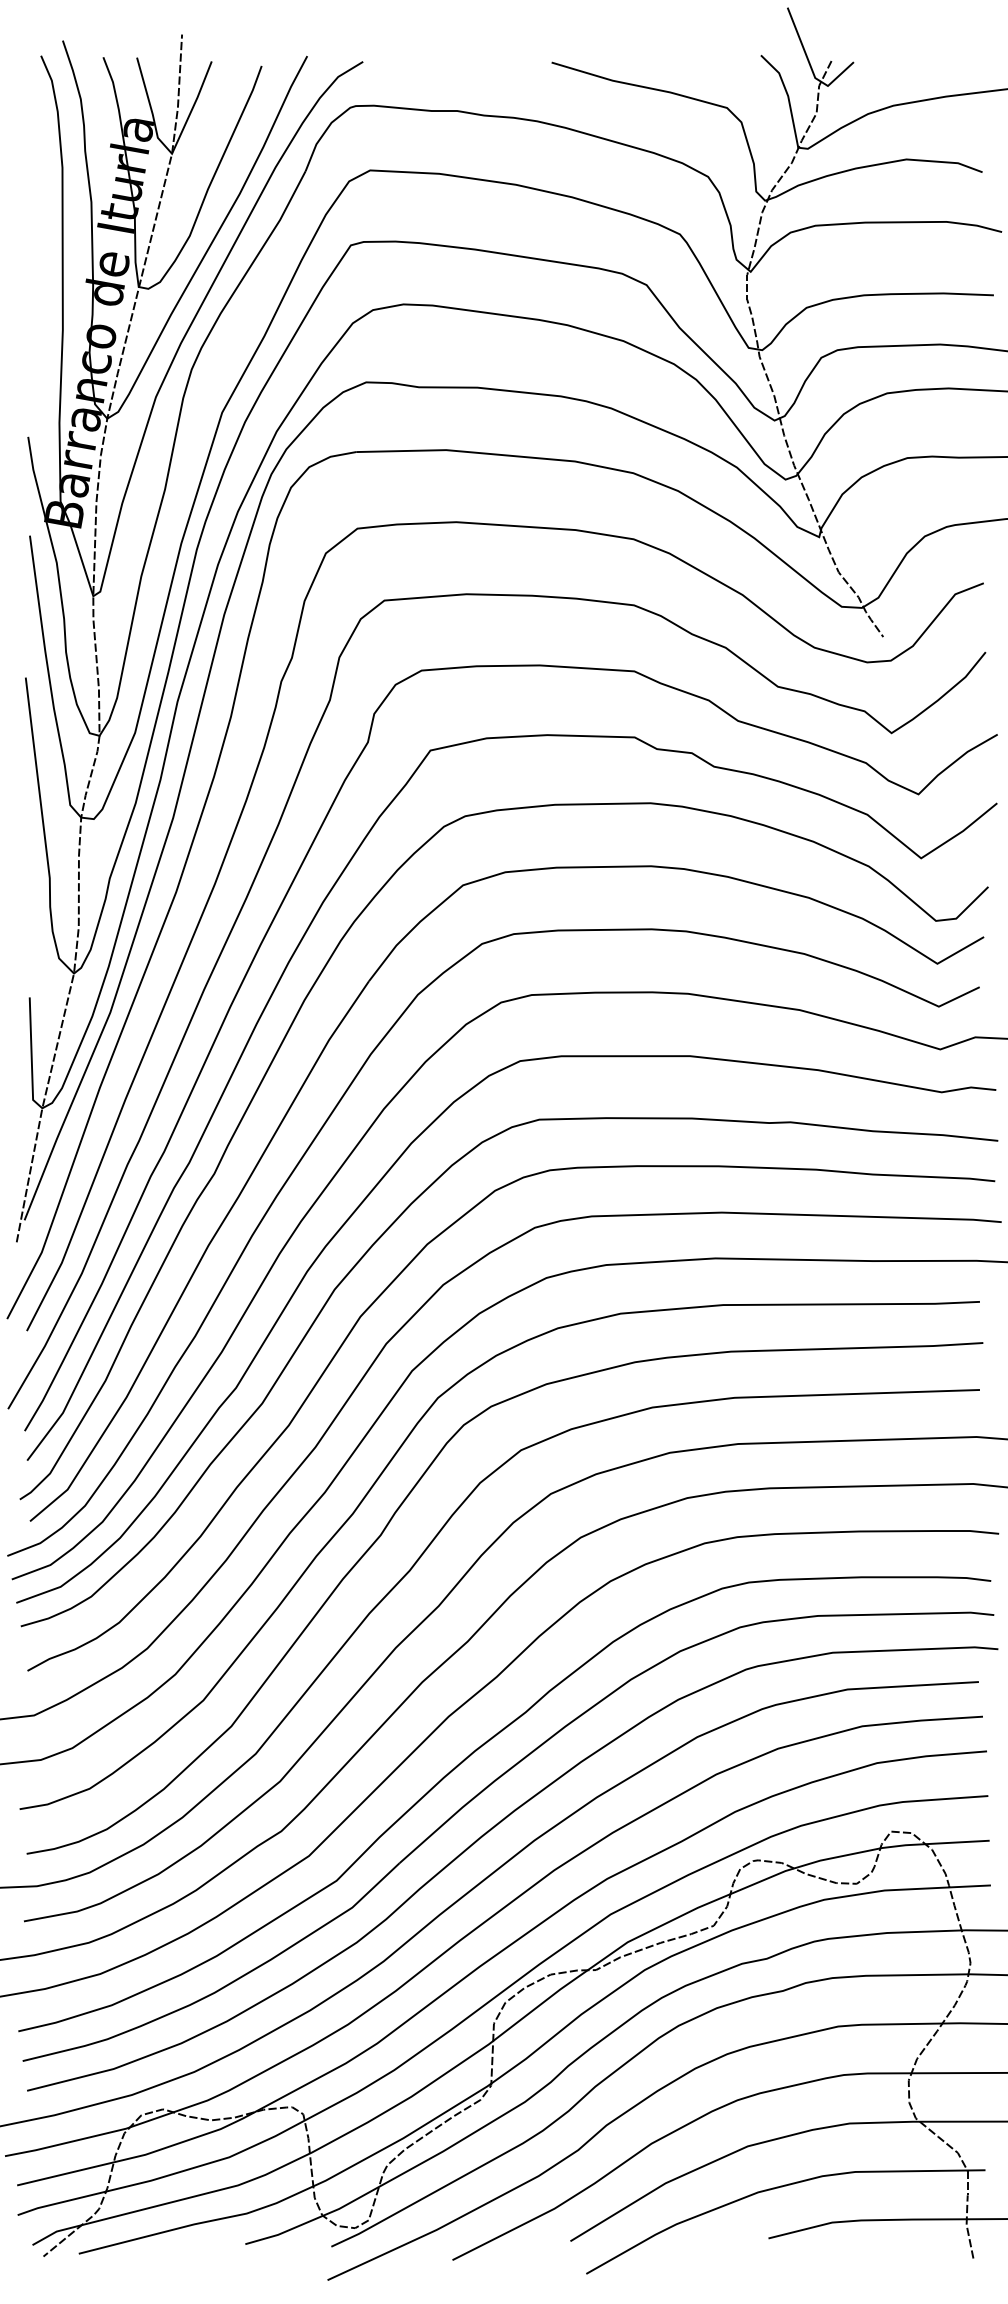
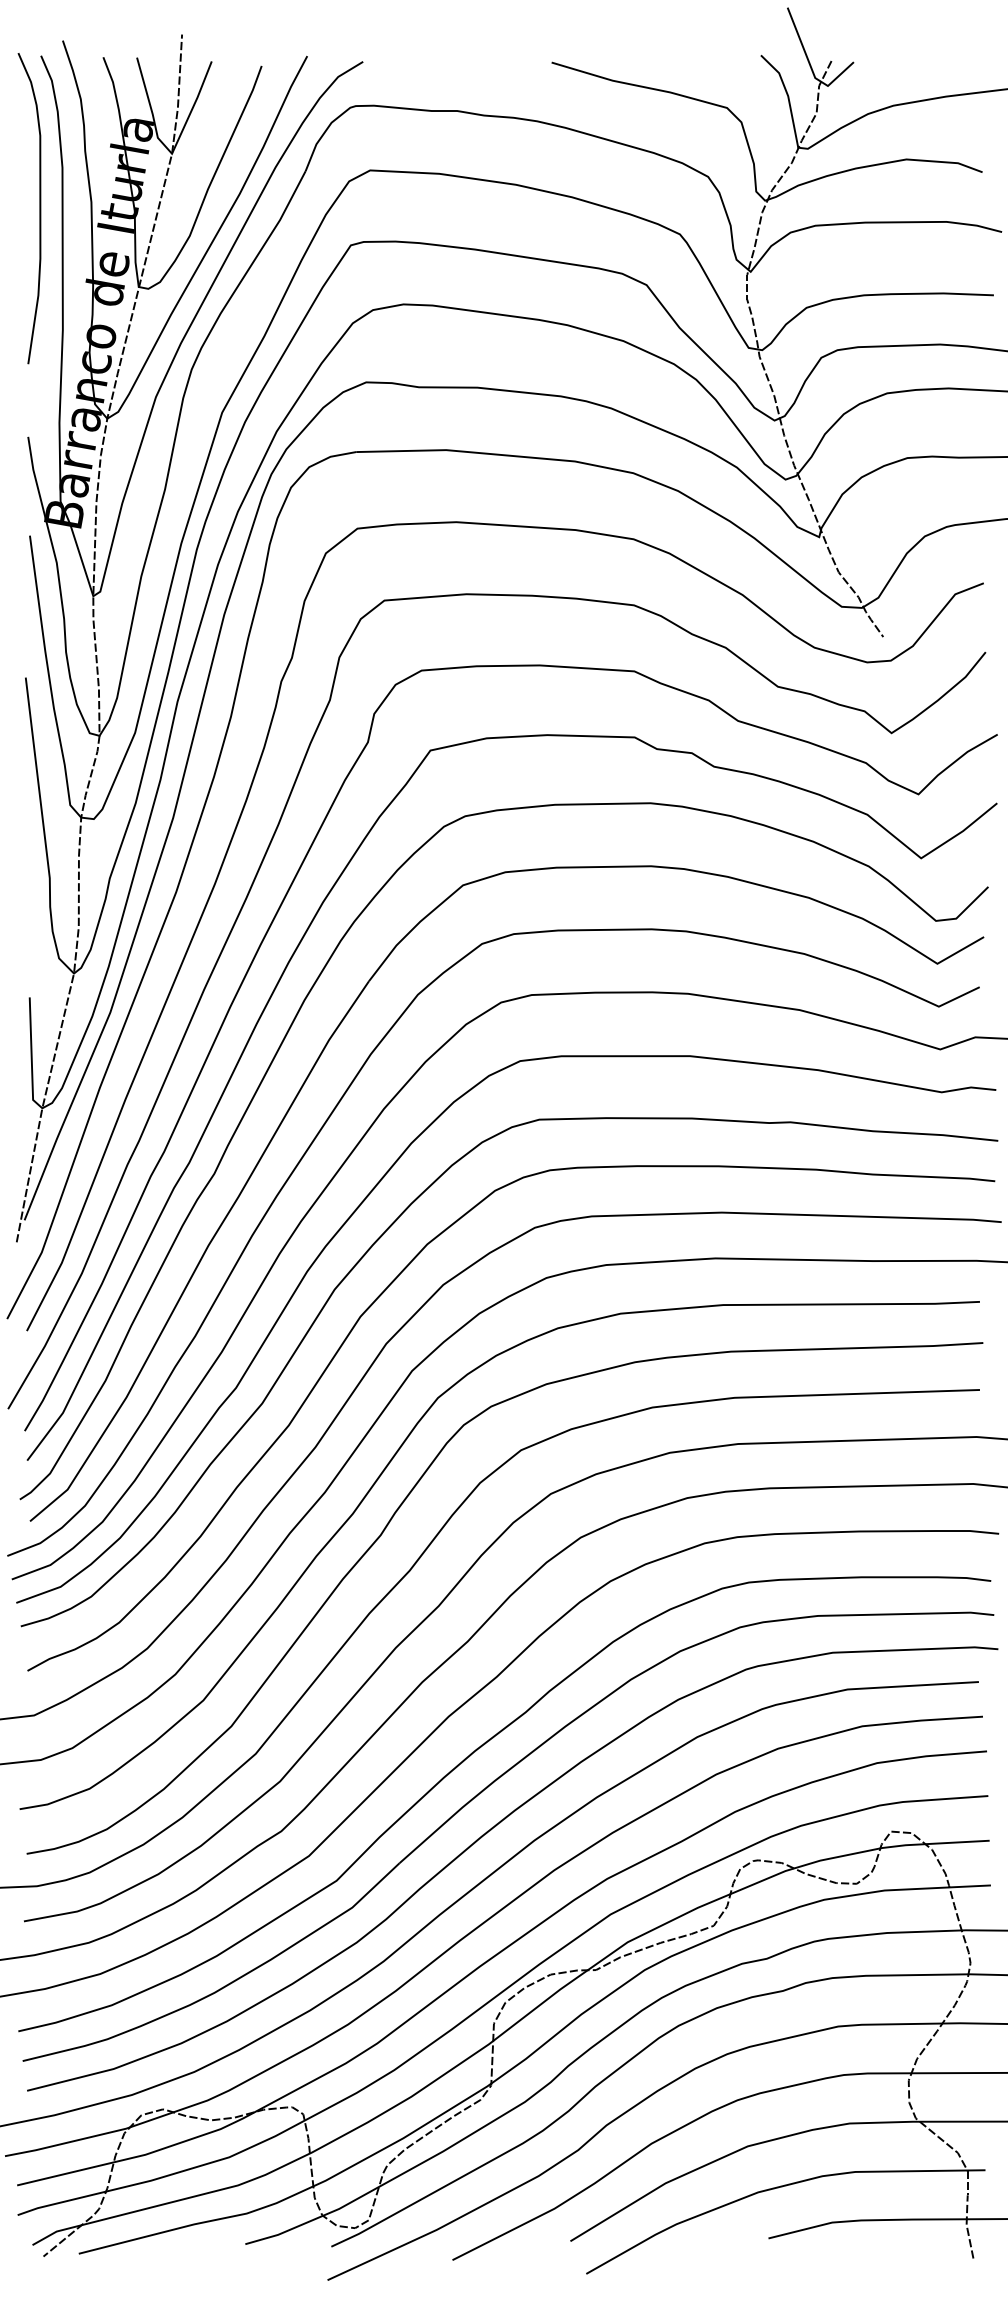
curve at (39, 208): none -> present
